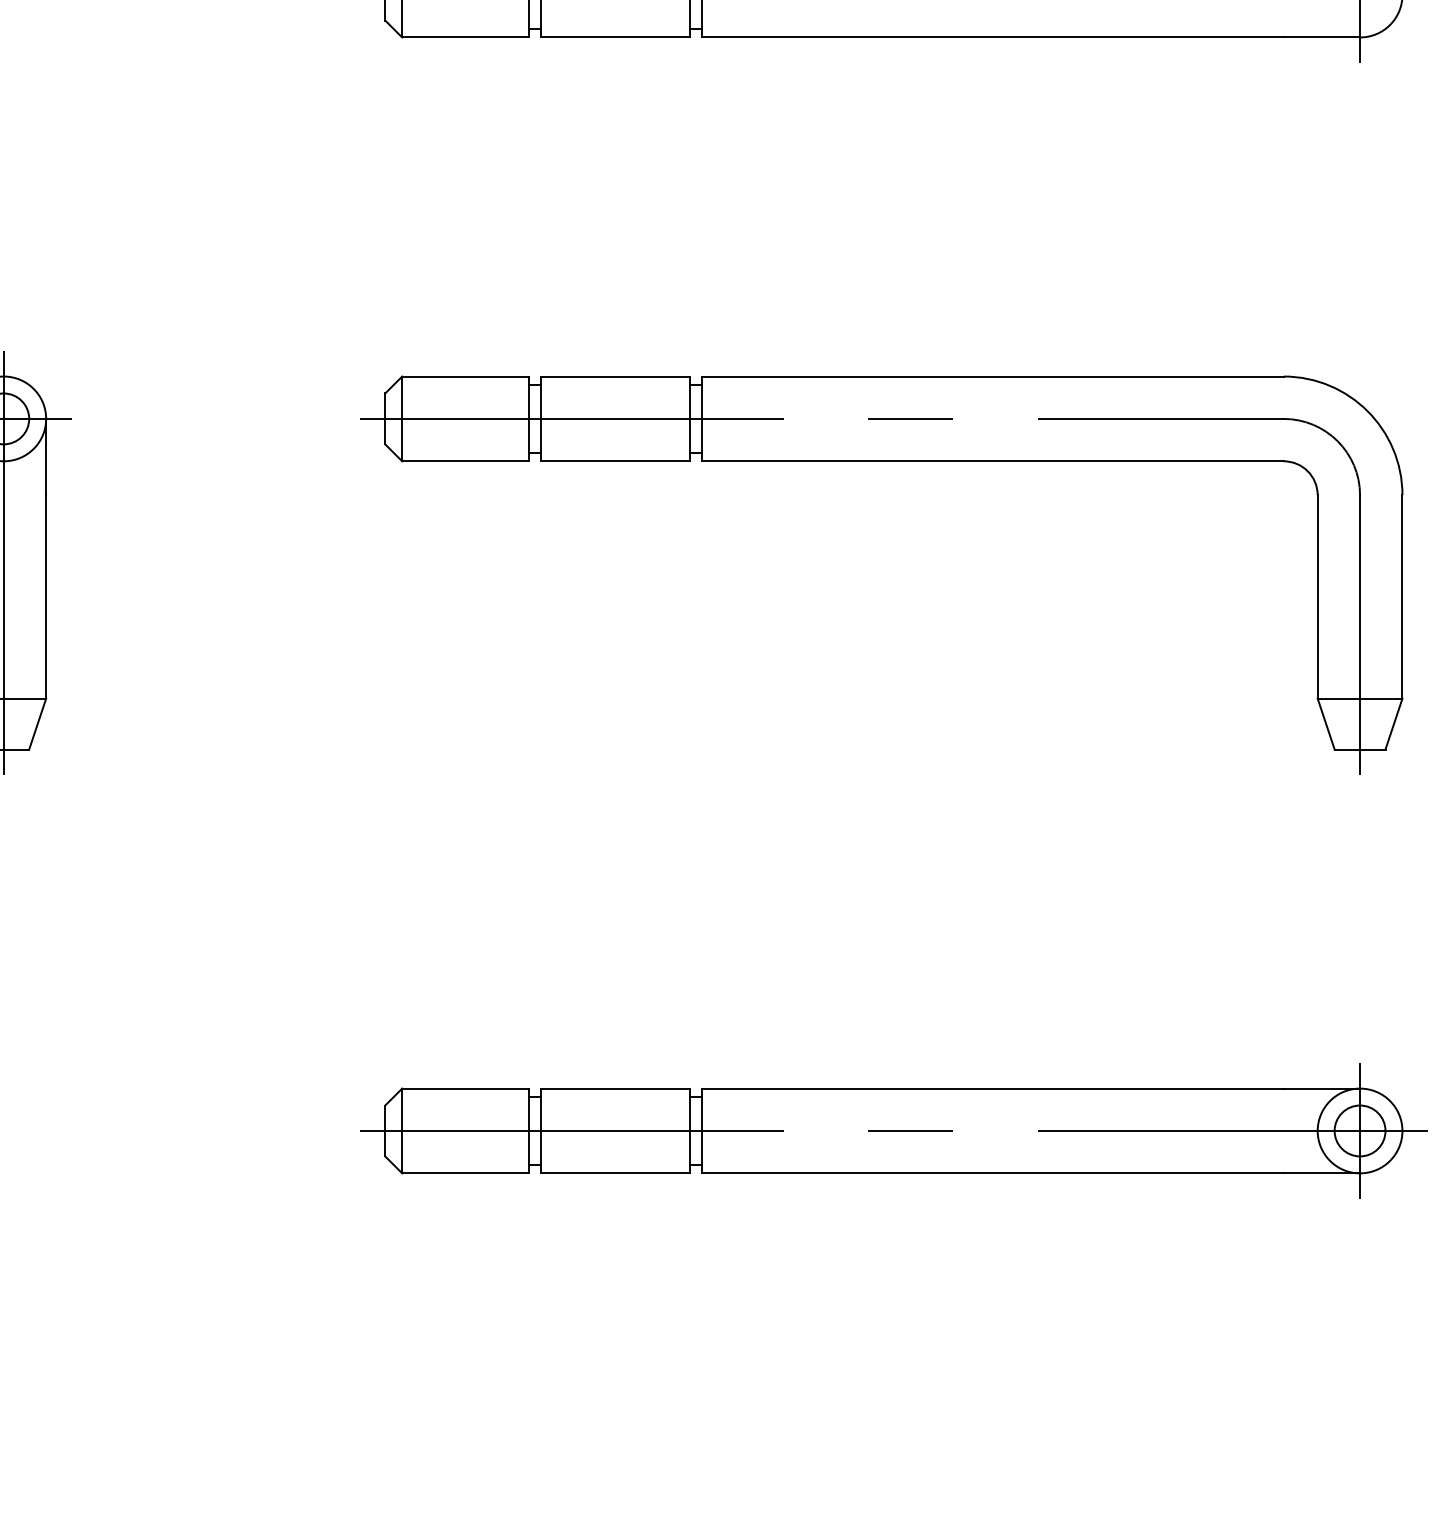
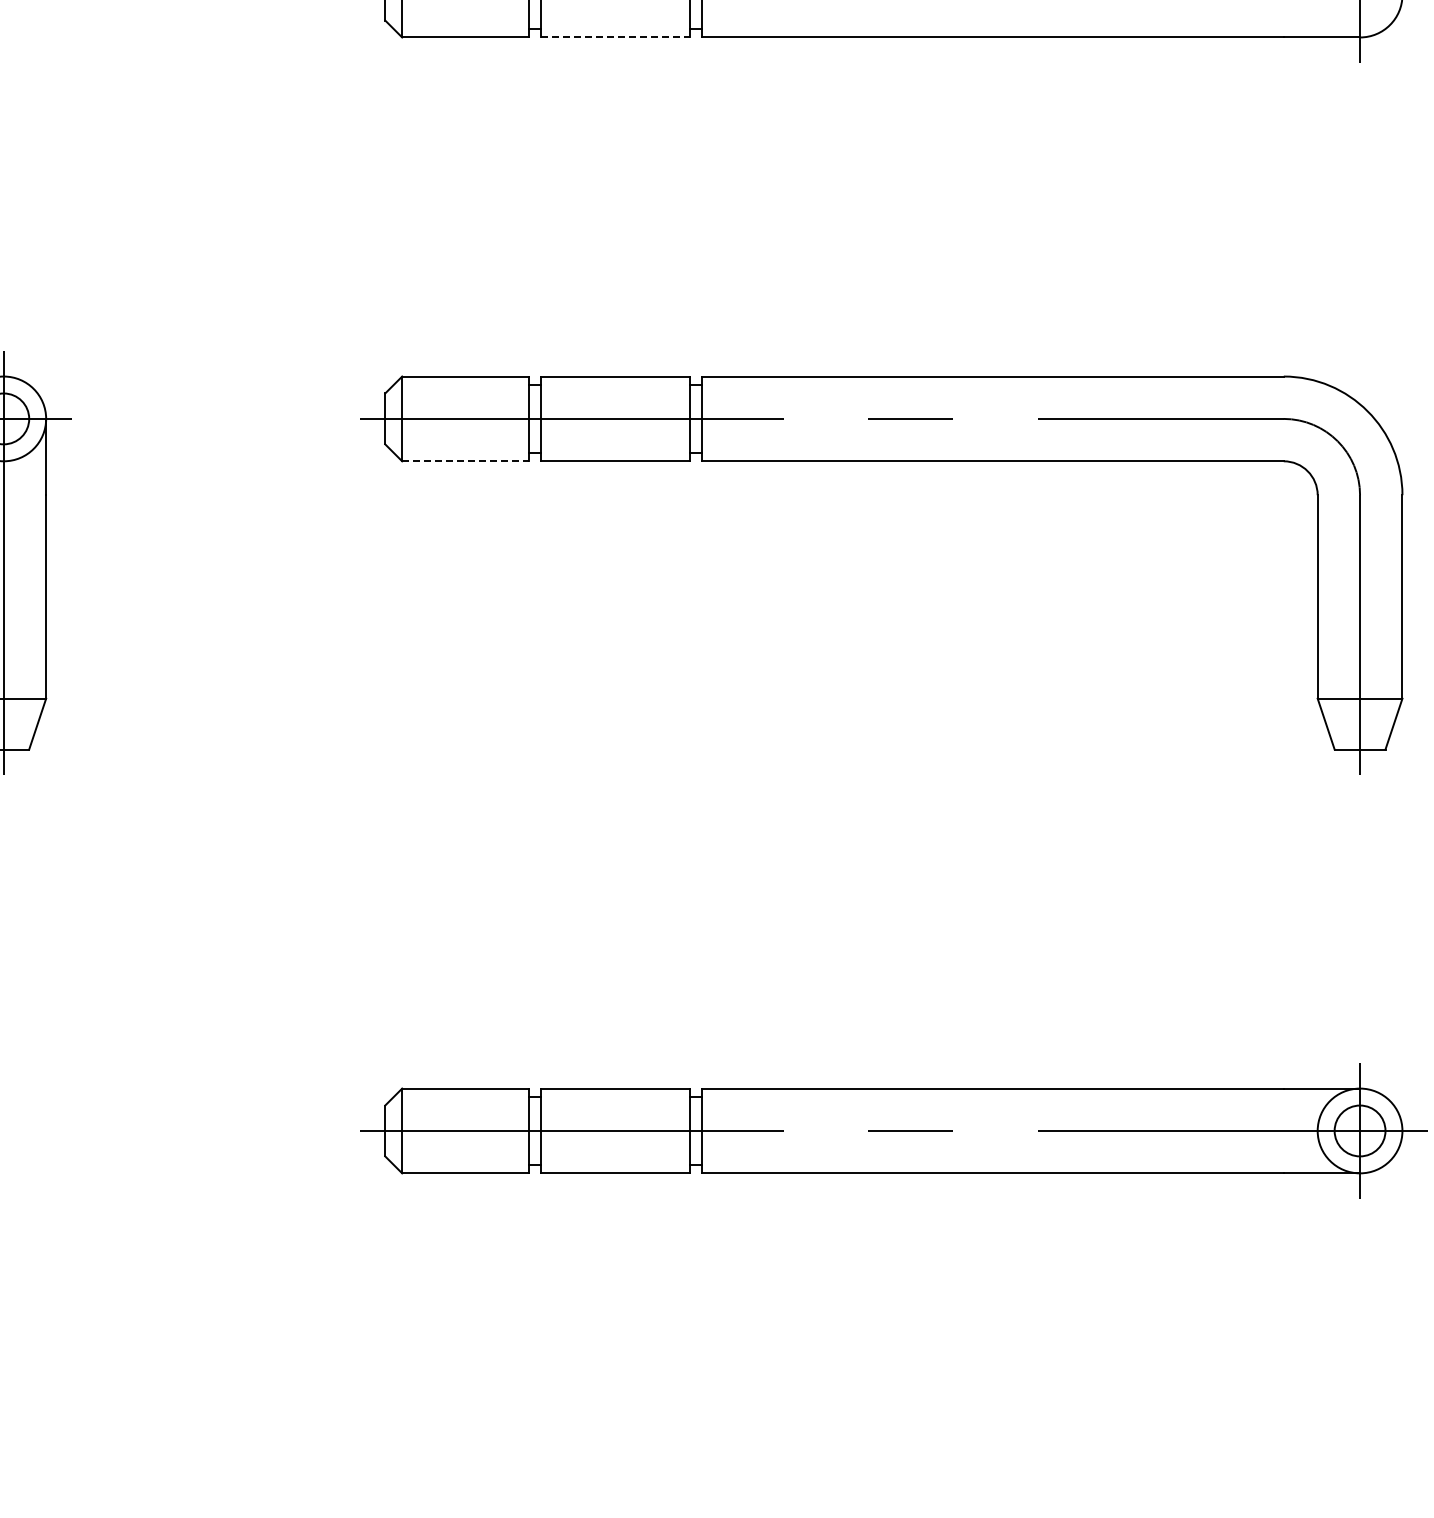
line at (615, 37): solid -> dashed
line at (465, 461): solid -> dashed
